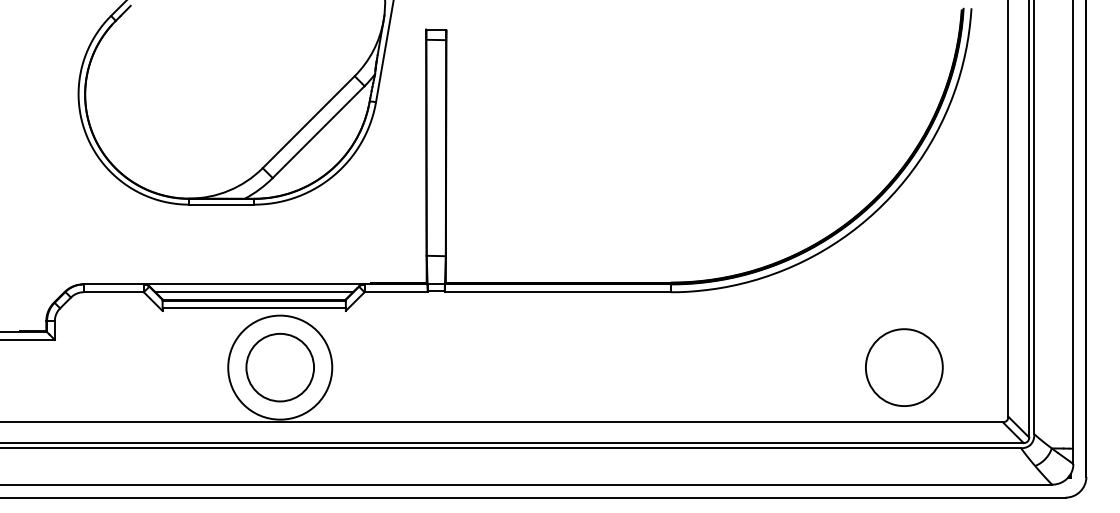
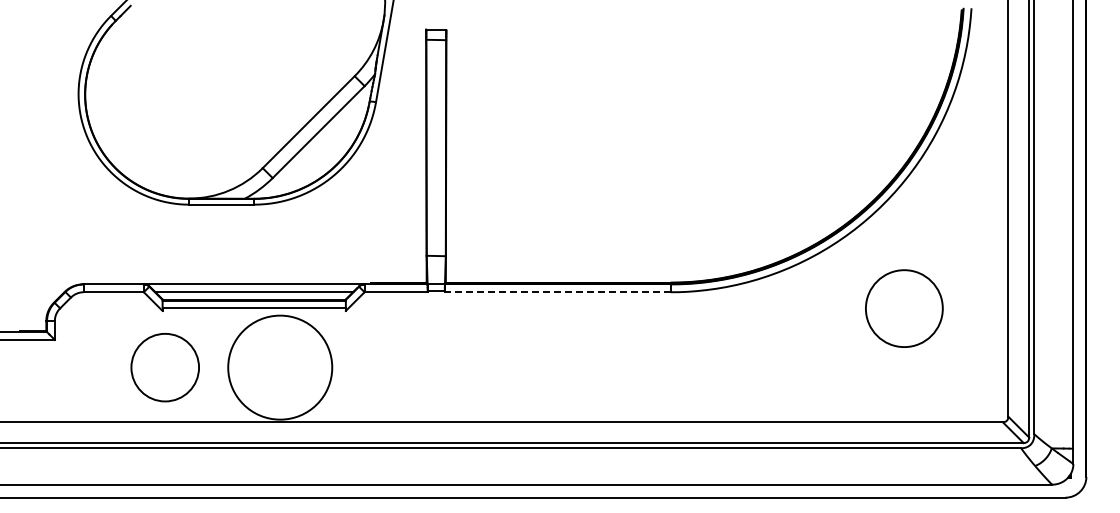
line at (557, 292): solid -> dashed
circle at (279, 367) position: (279, 367) -> (164, 367)
circle at (904, 367) position: (904, 367) -> (904, 308)
